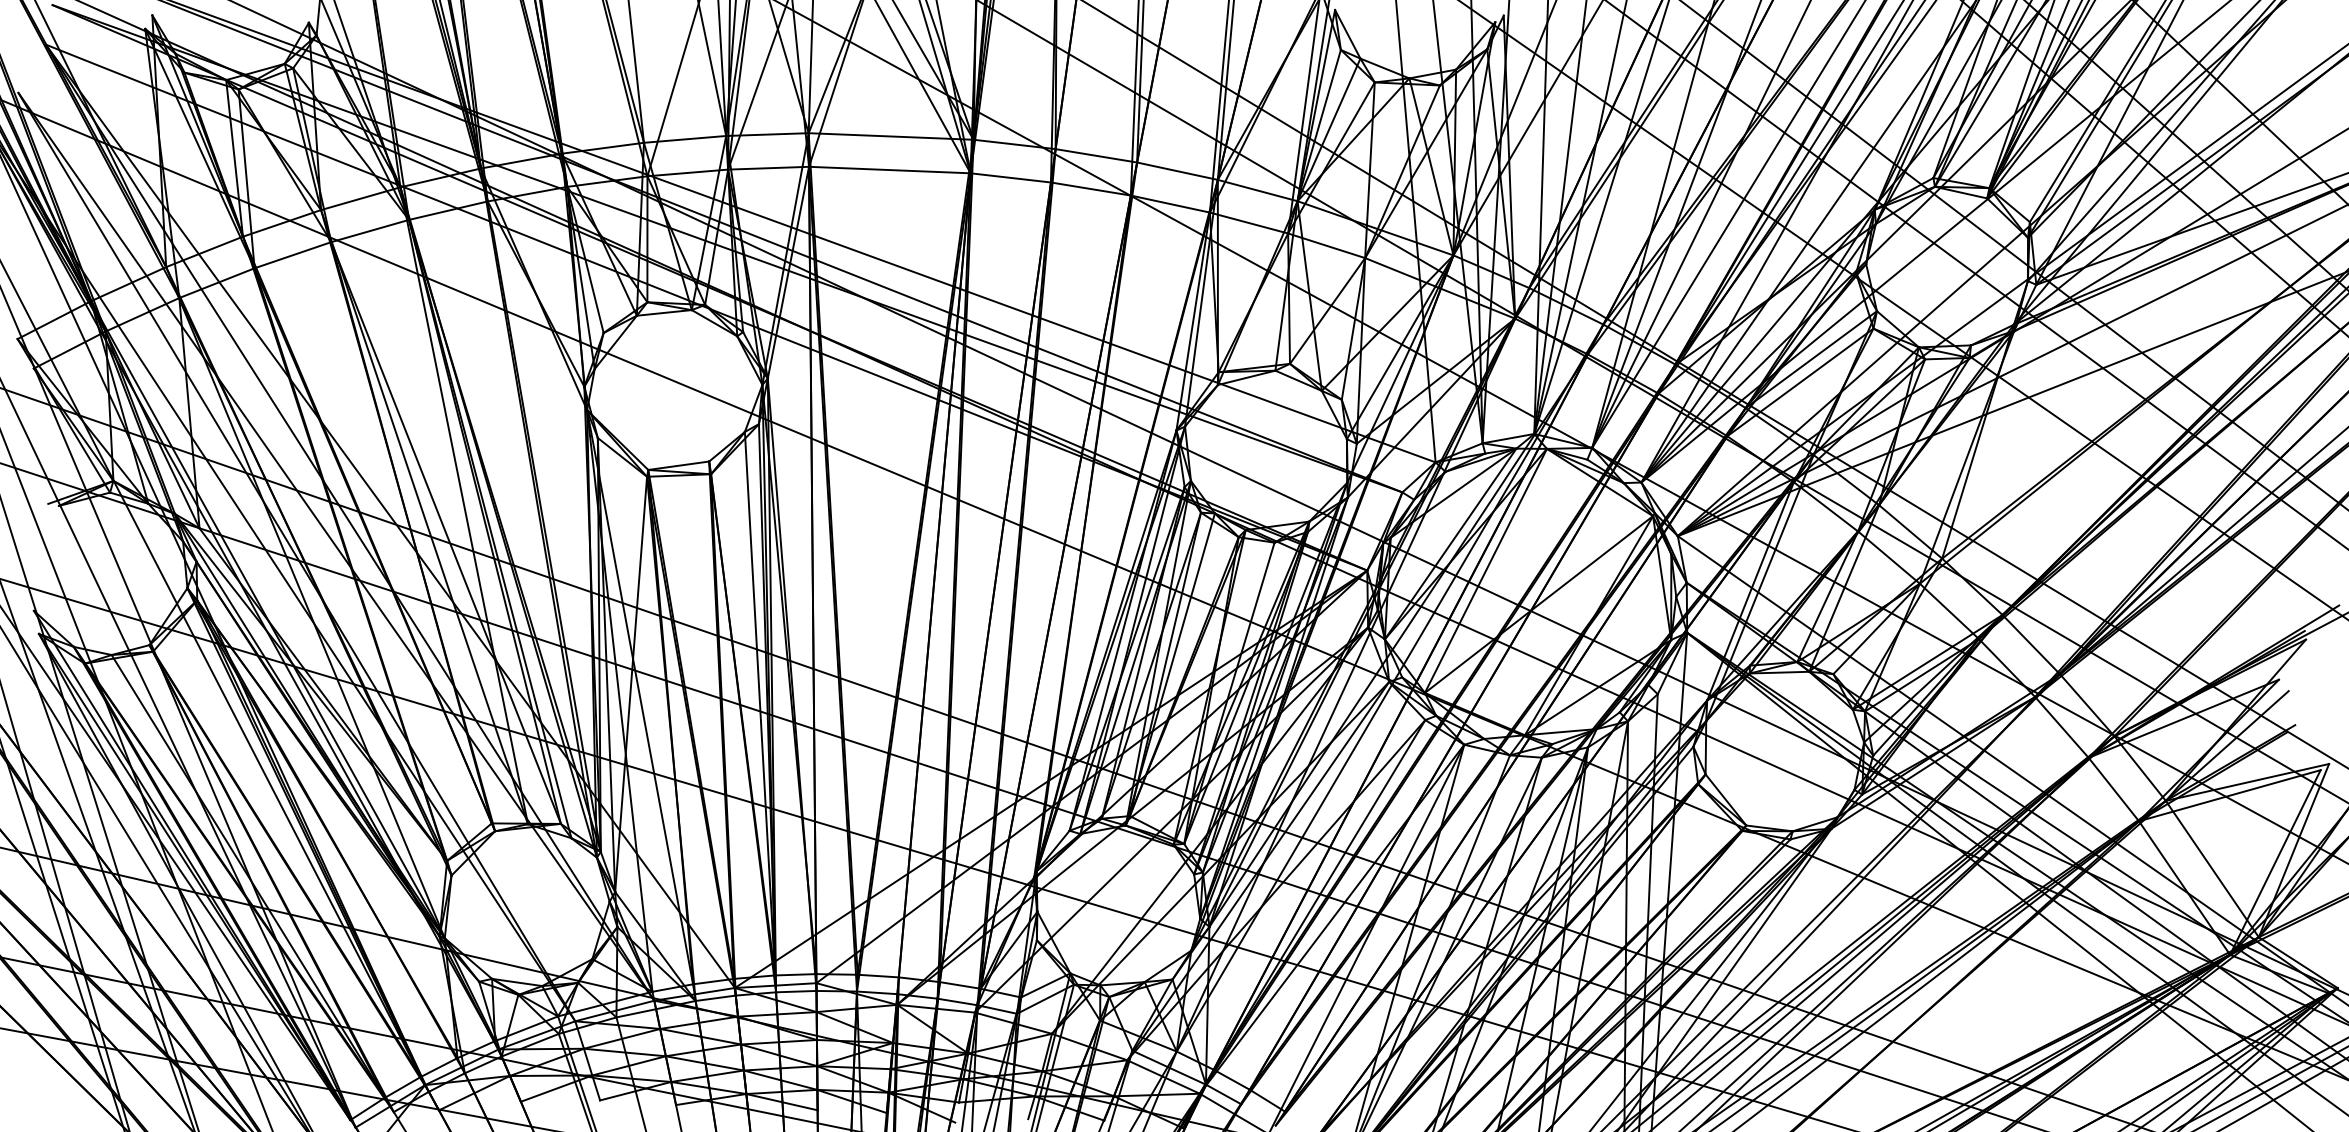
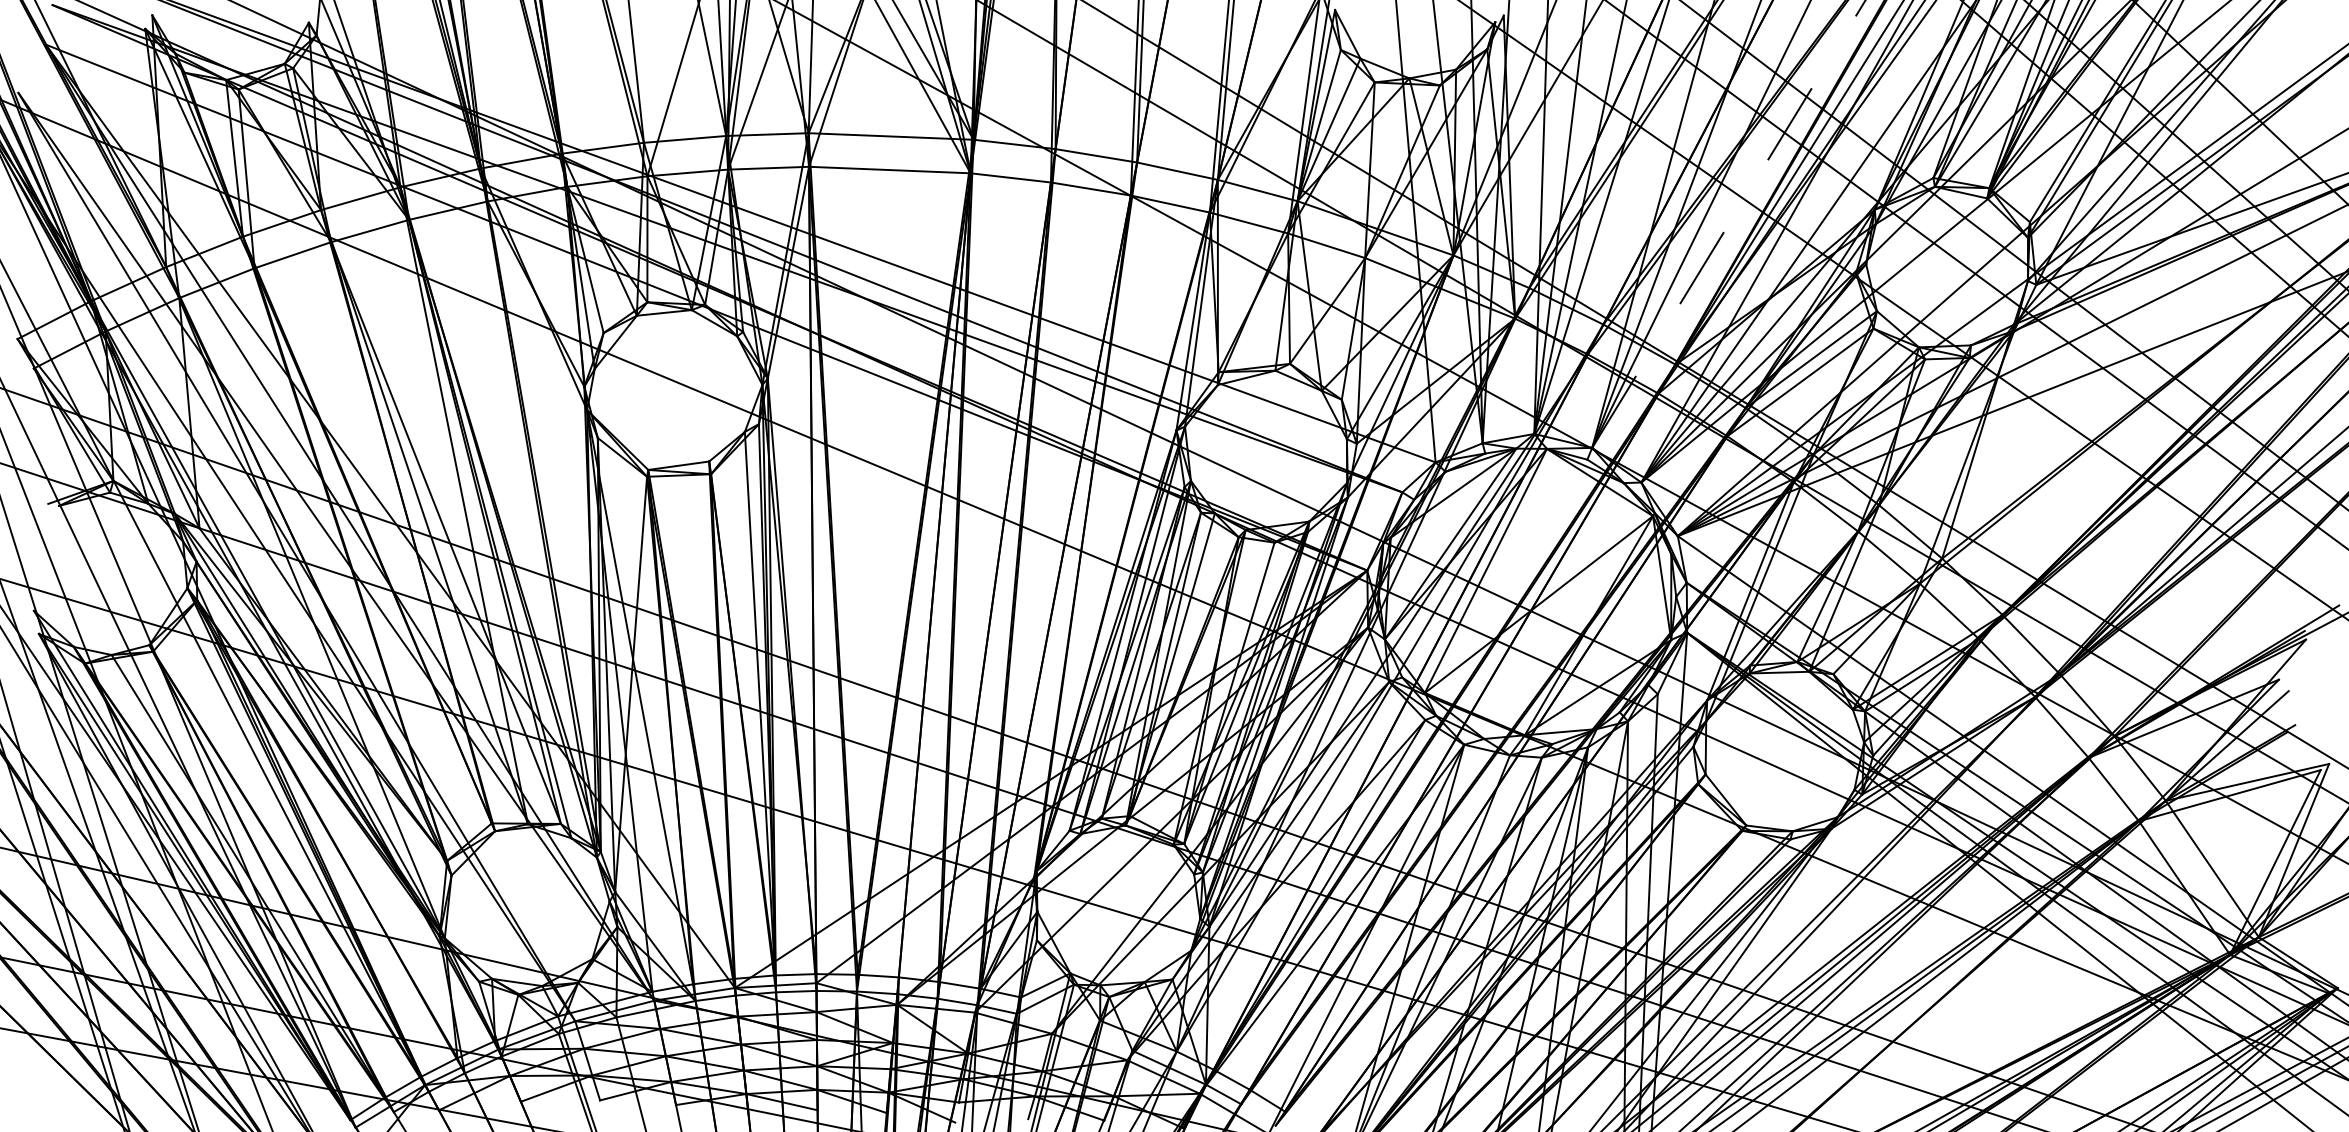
line at (1728, 224): solid -> dashed
